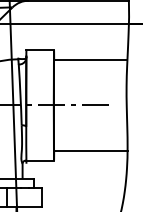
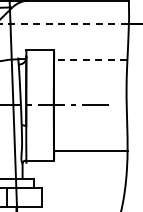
line at (65, 24): solid -> dashed
line at (90, 59): solid -> dashed
